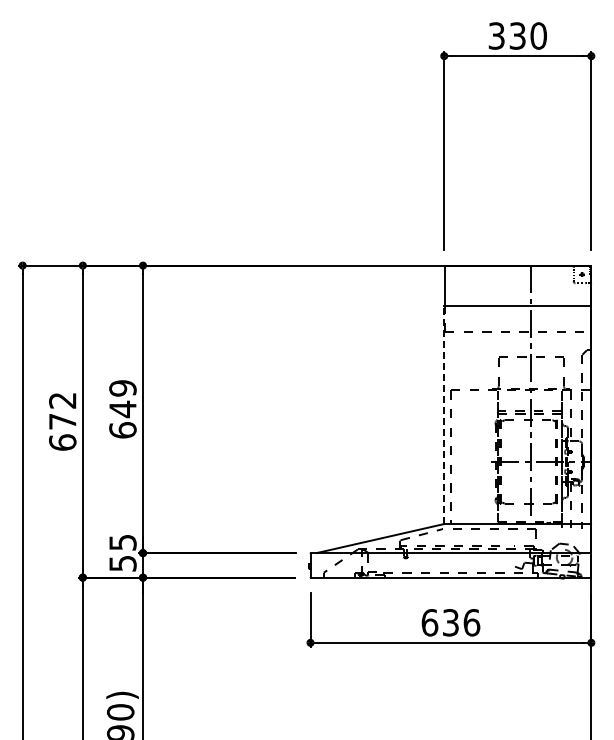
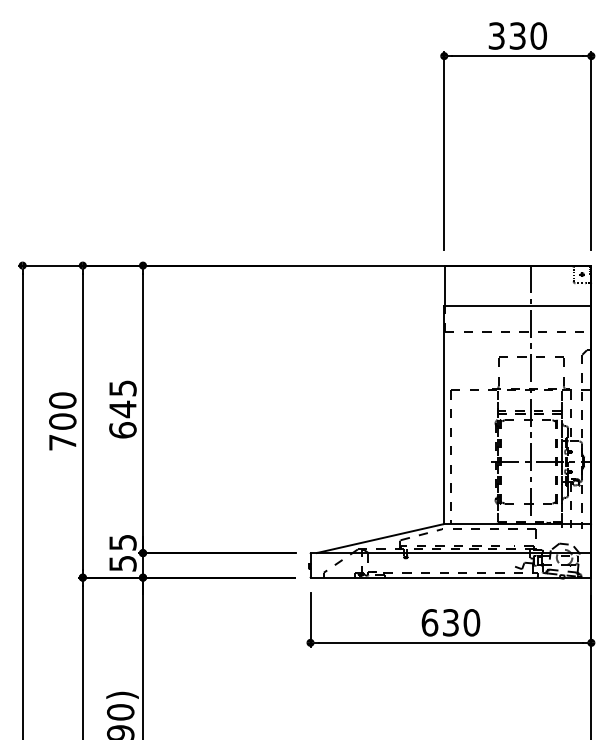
text at (122, 388): 649 -> 645
line at (444, 414): dashed -> solid
text at (62, 421): 672 -> 700
text at (471, 622): 636 -> 630
